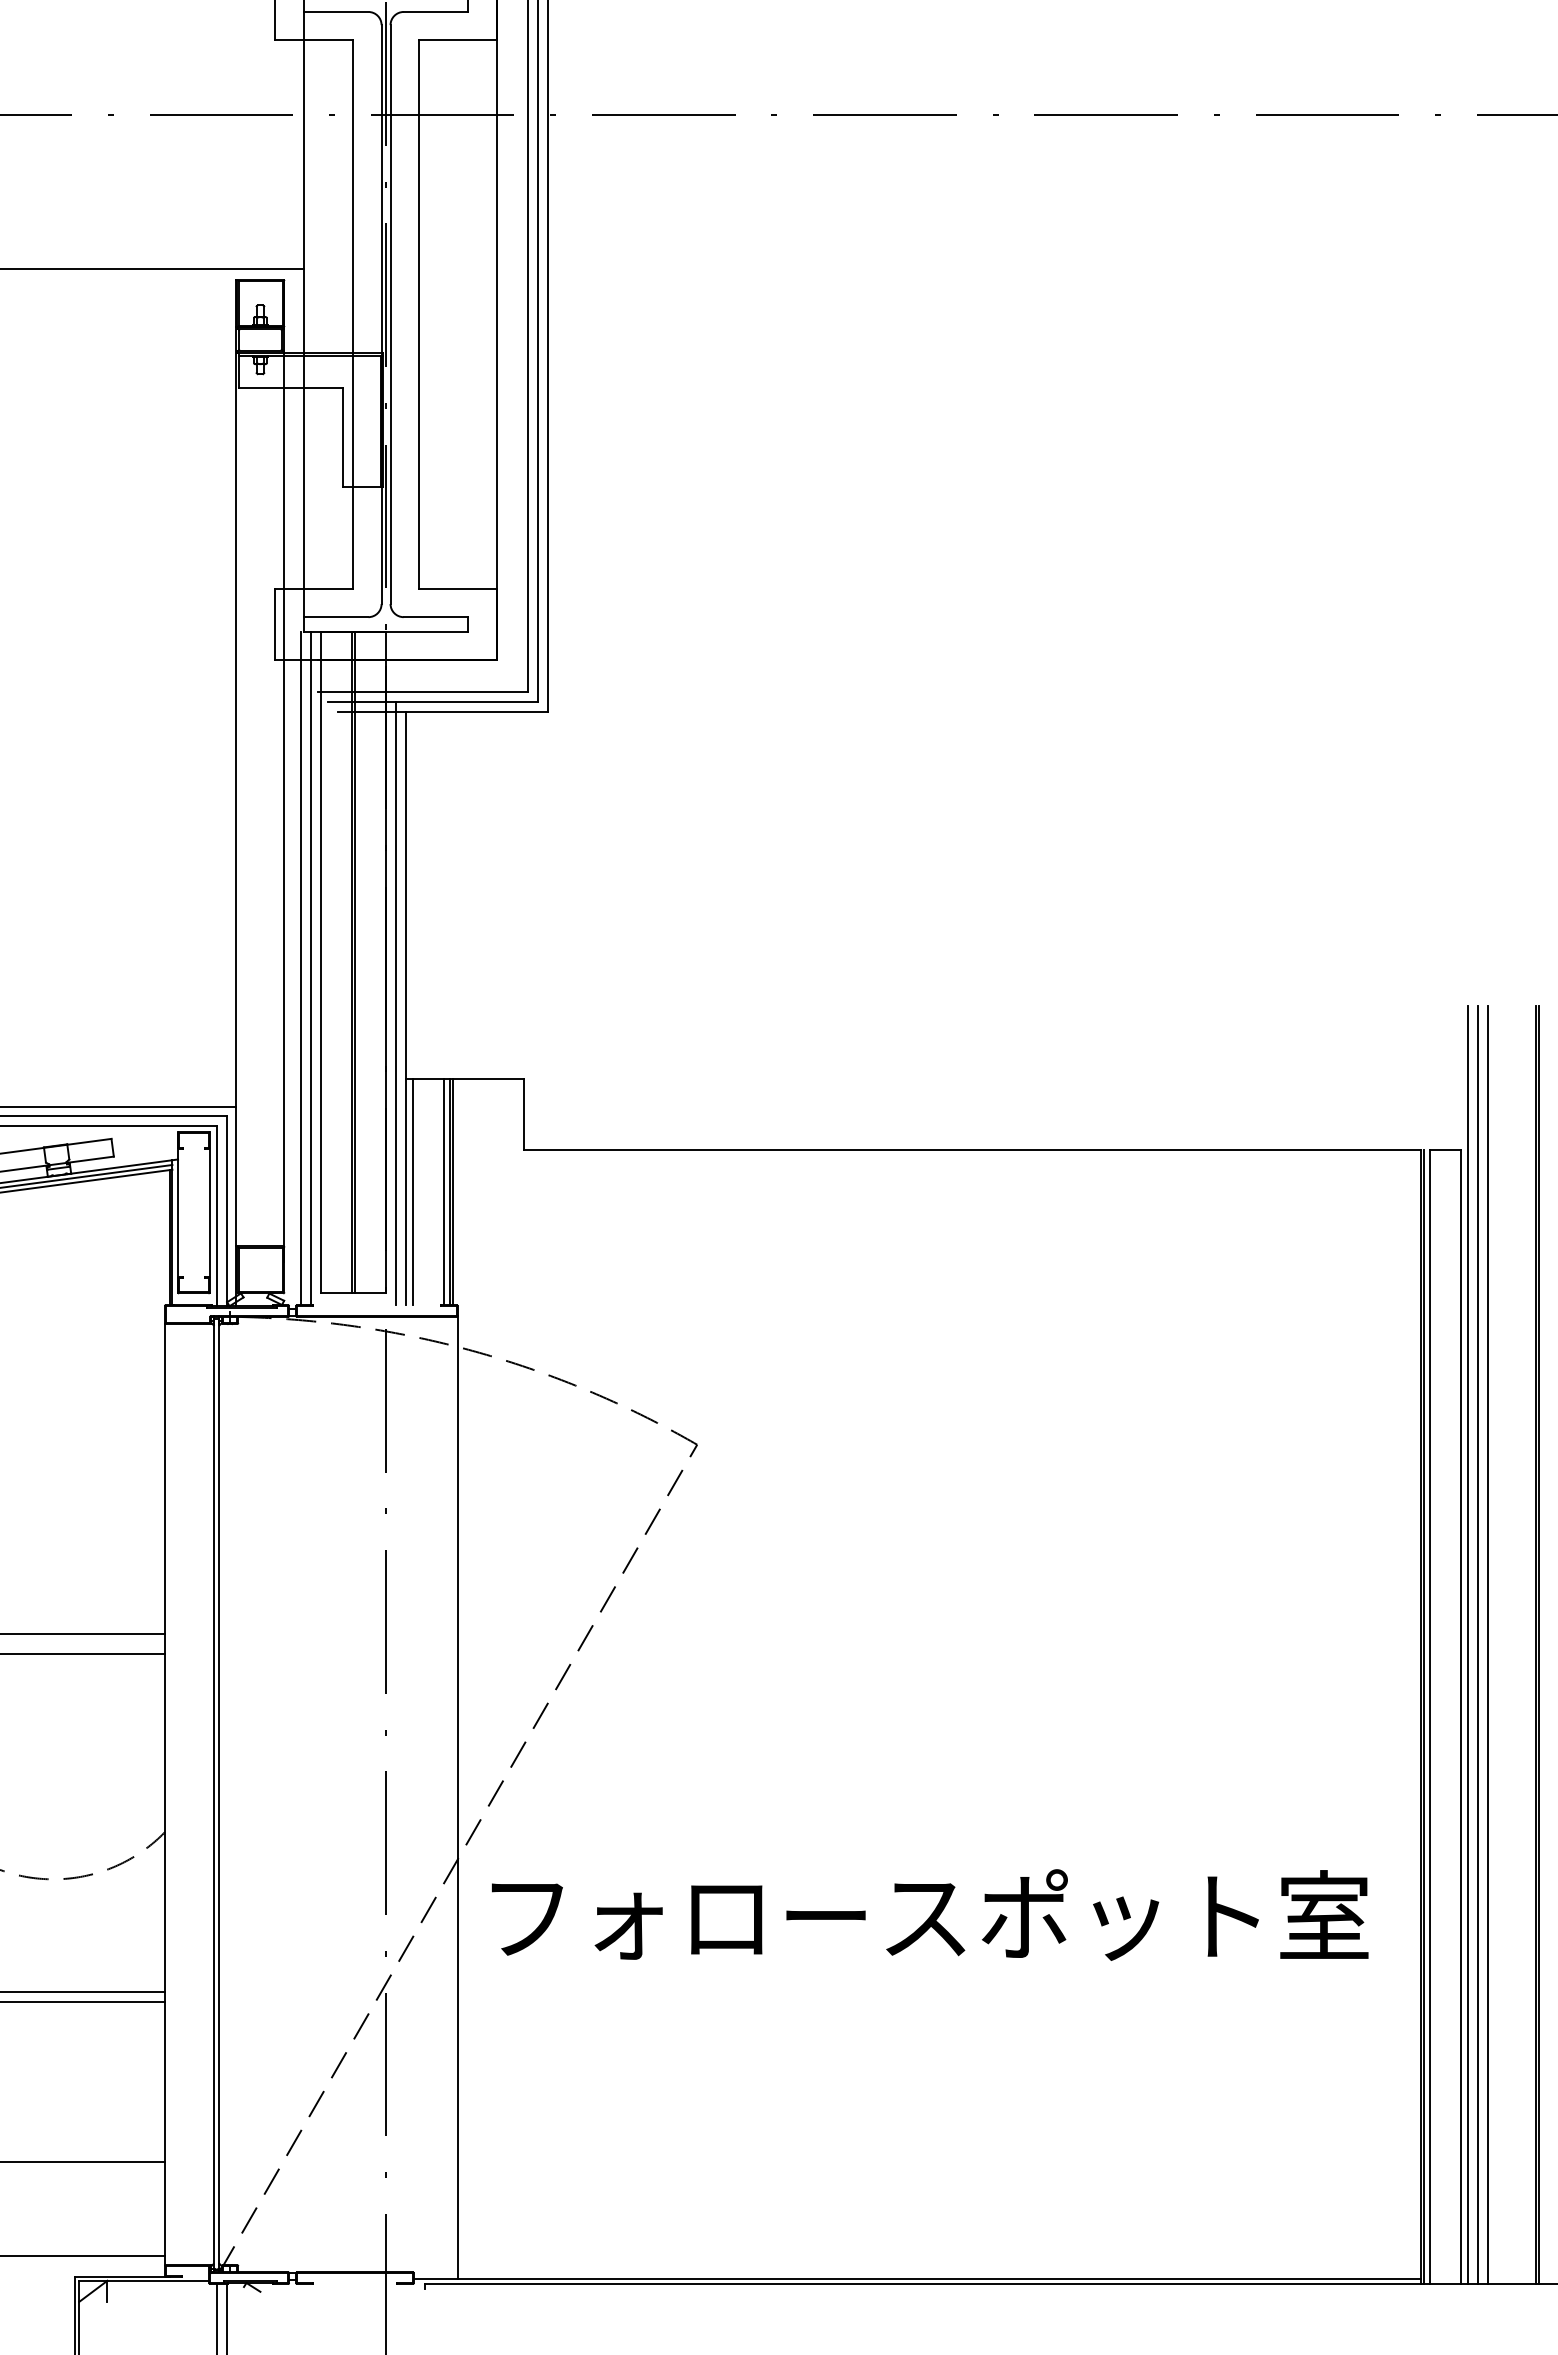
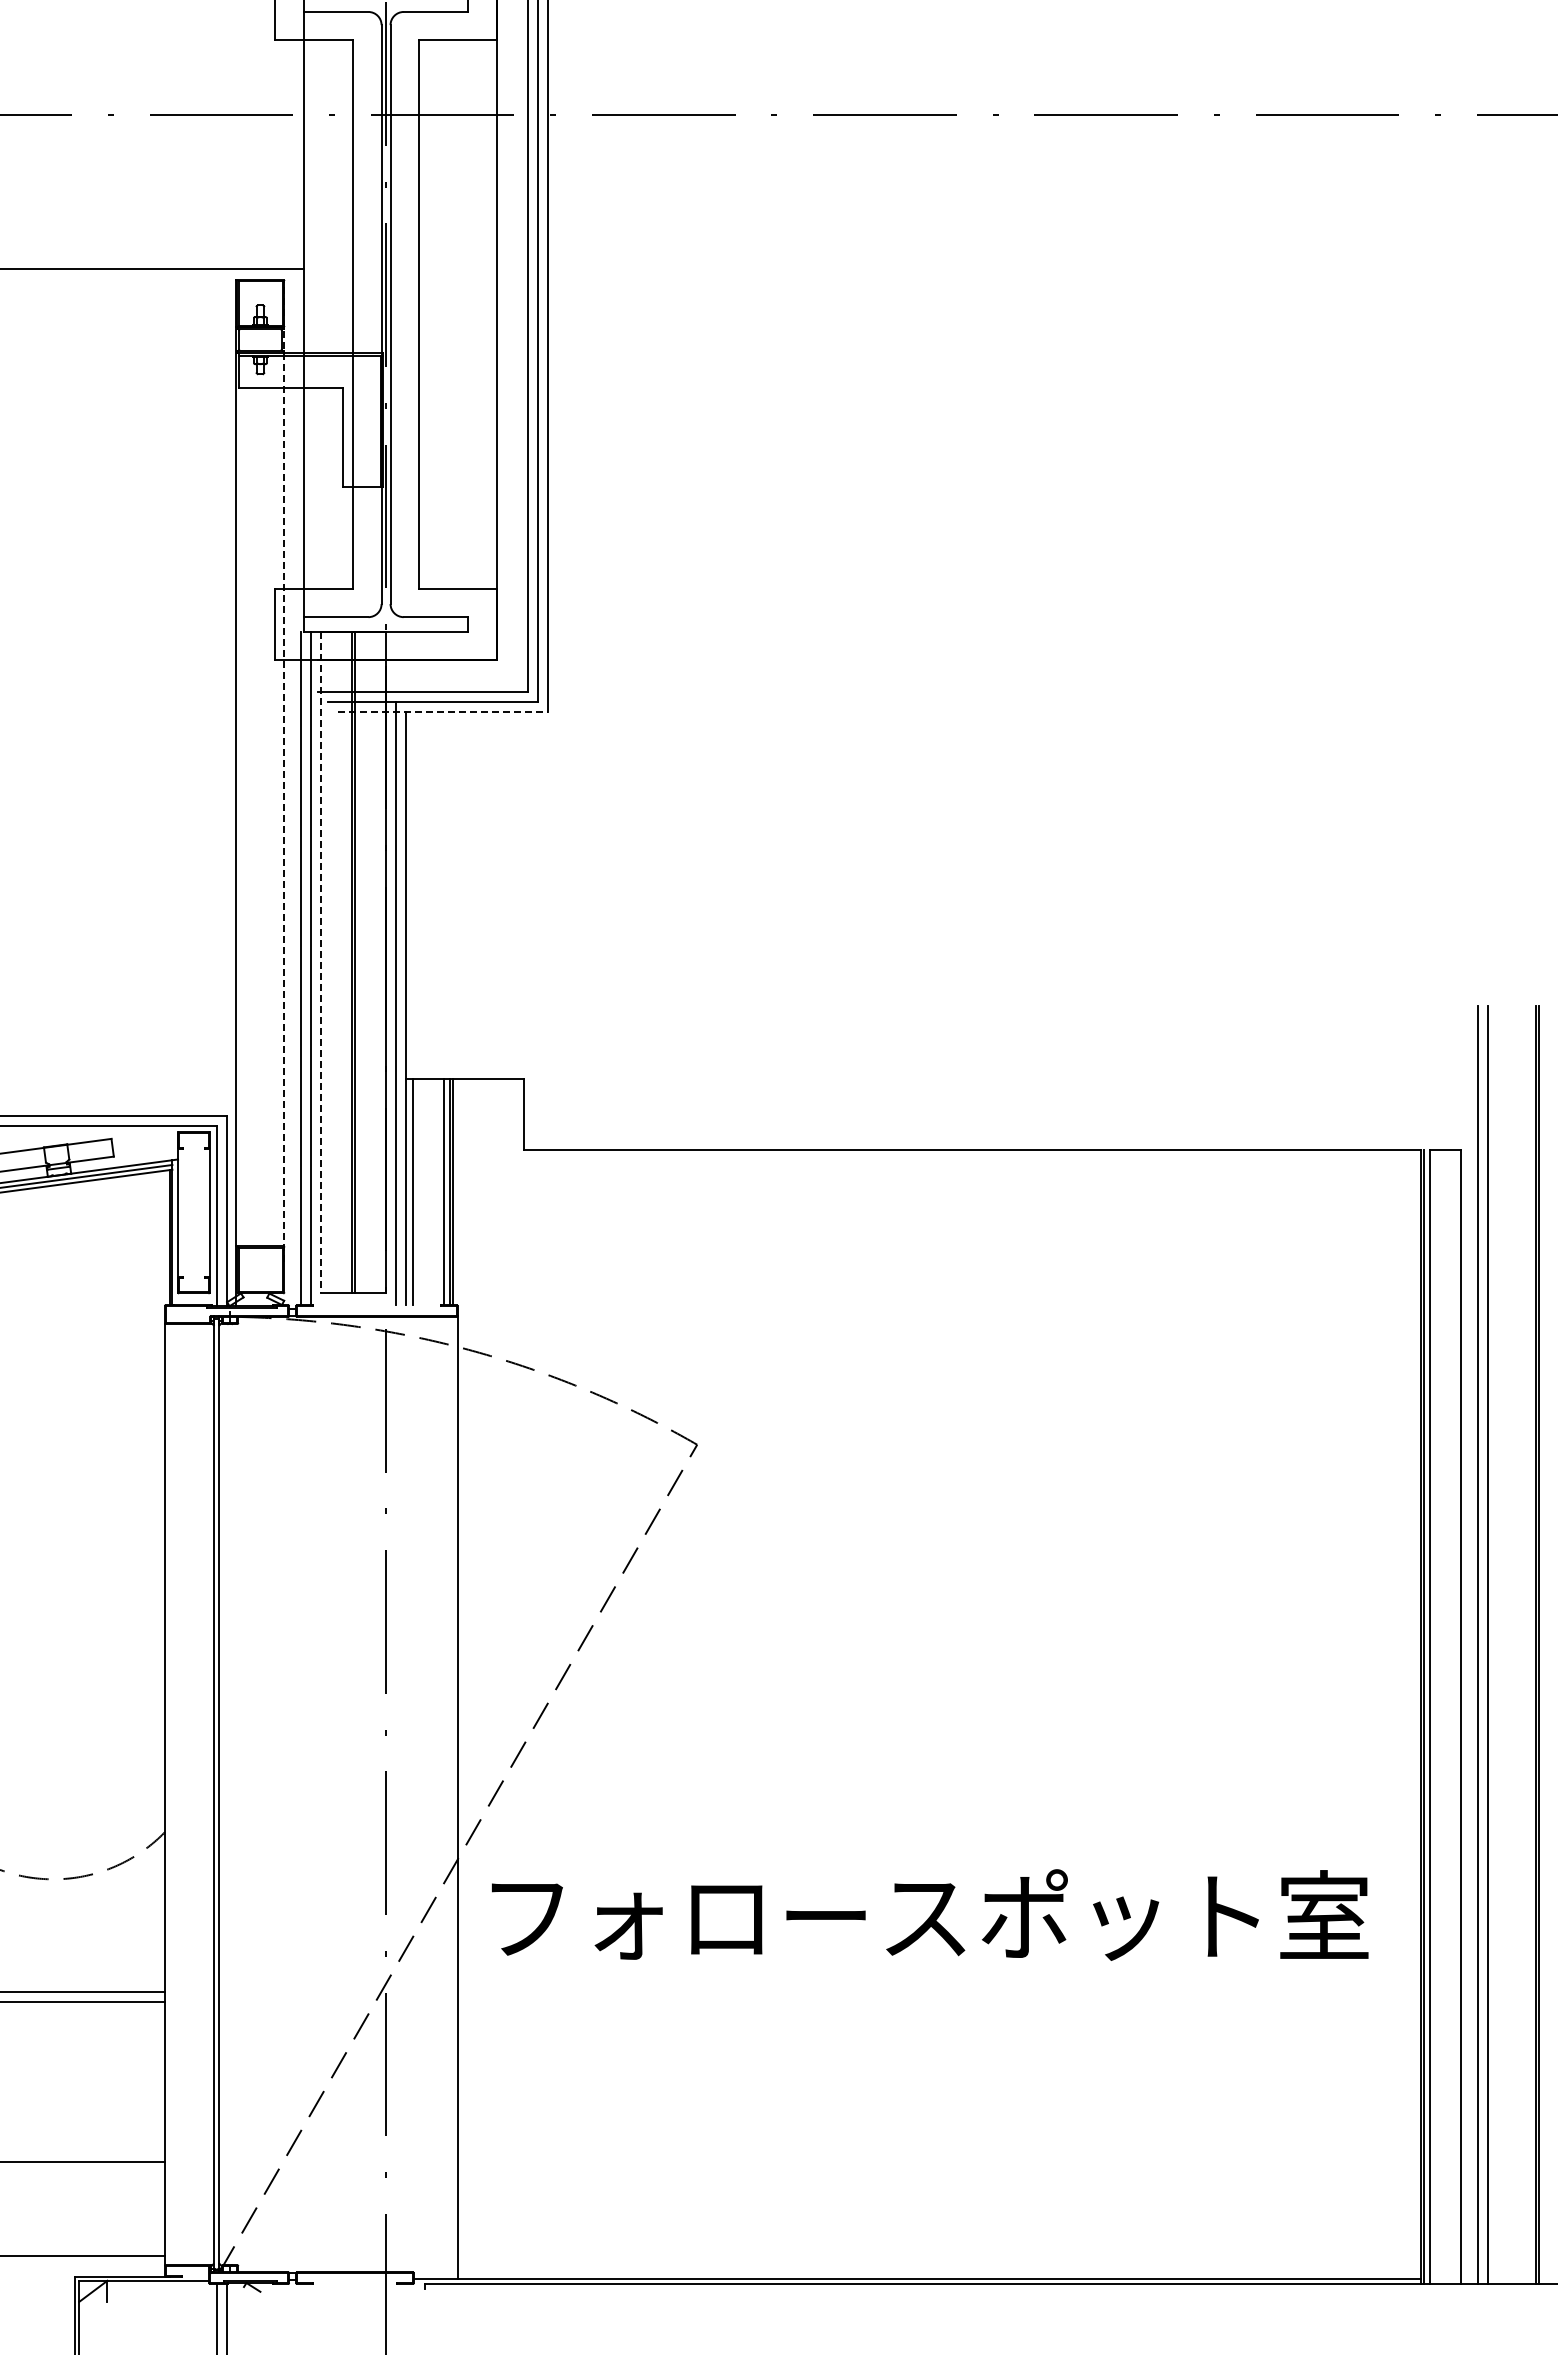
line at (443, 711): solid -> dashed
line at (284, 770): solid -> dashed
line at (320, 962): solid -> dashed
line at (119, 1106): present -> none
line at (83, 1634): present -> none
line at (1468, 1645): present -> none
line at (83, 1653): present -> none
